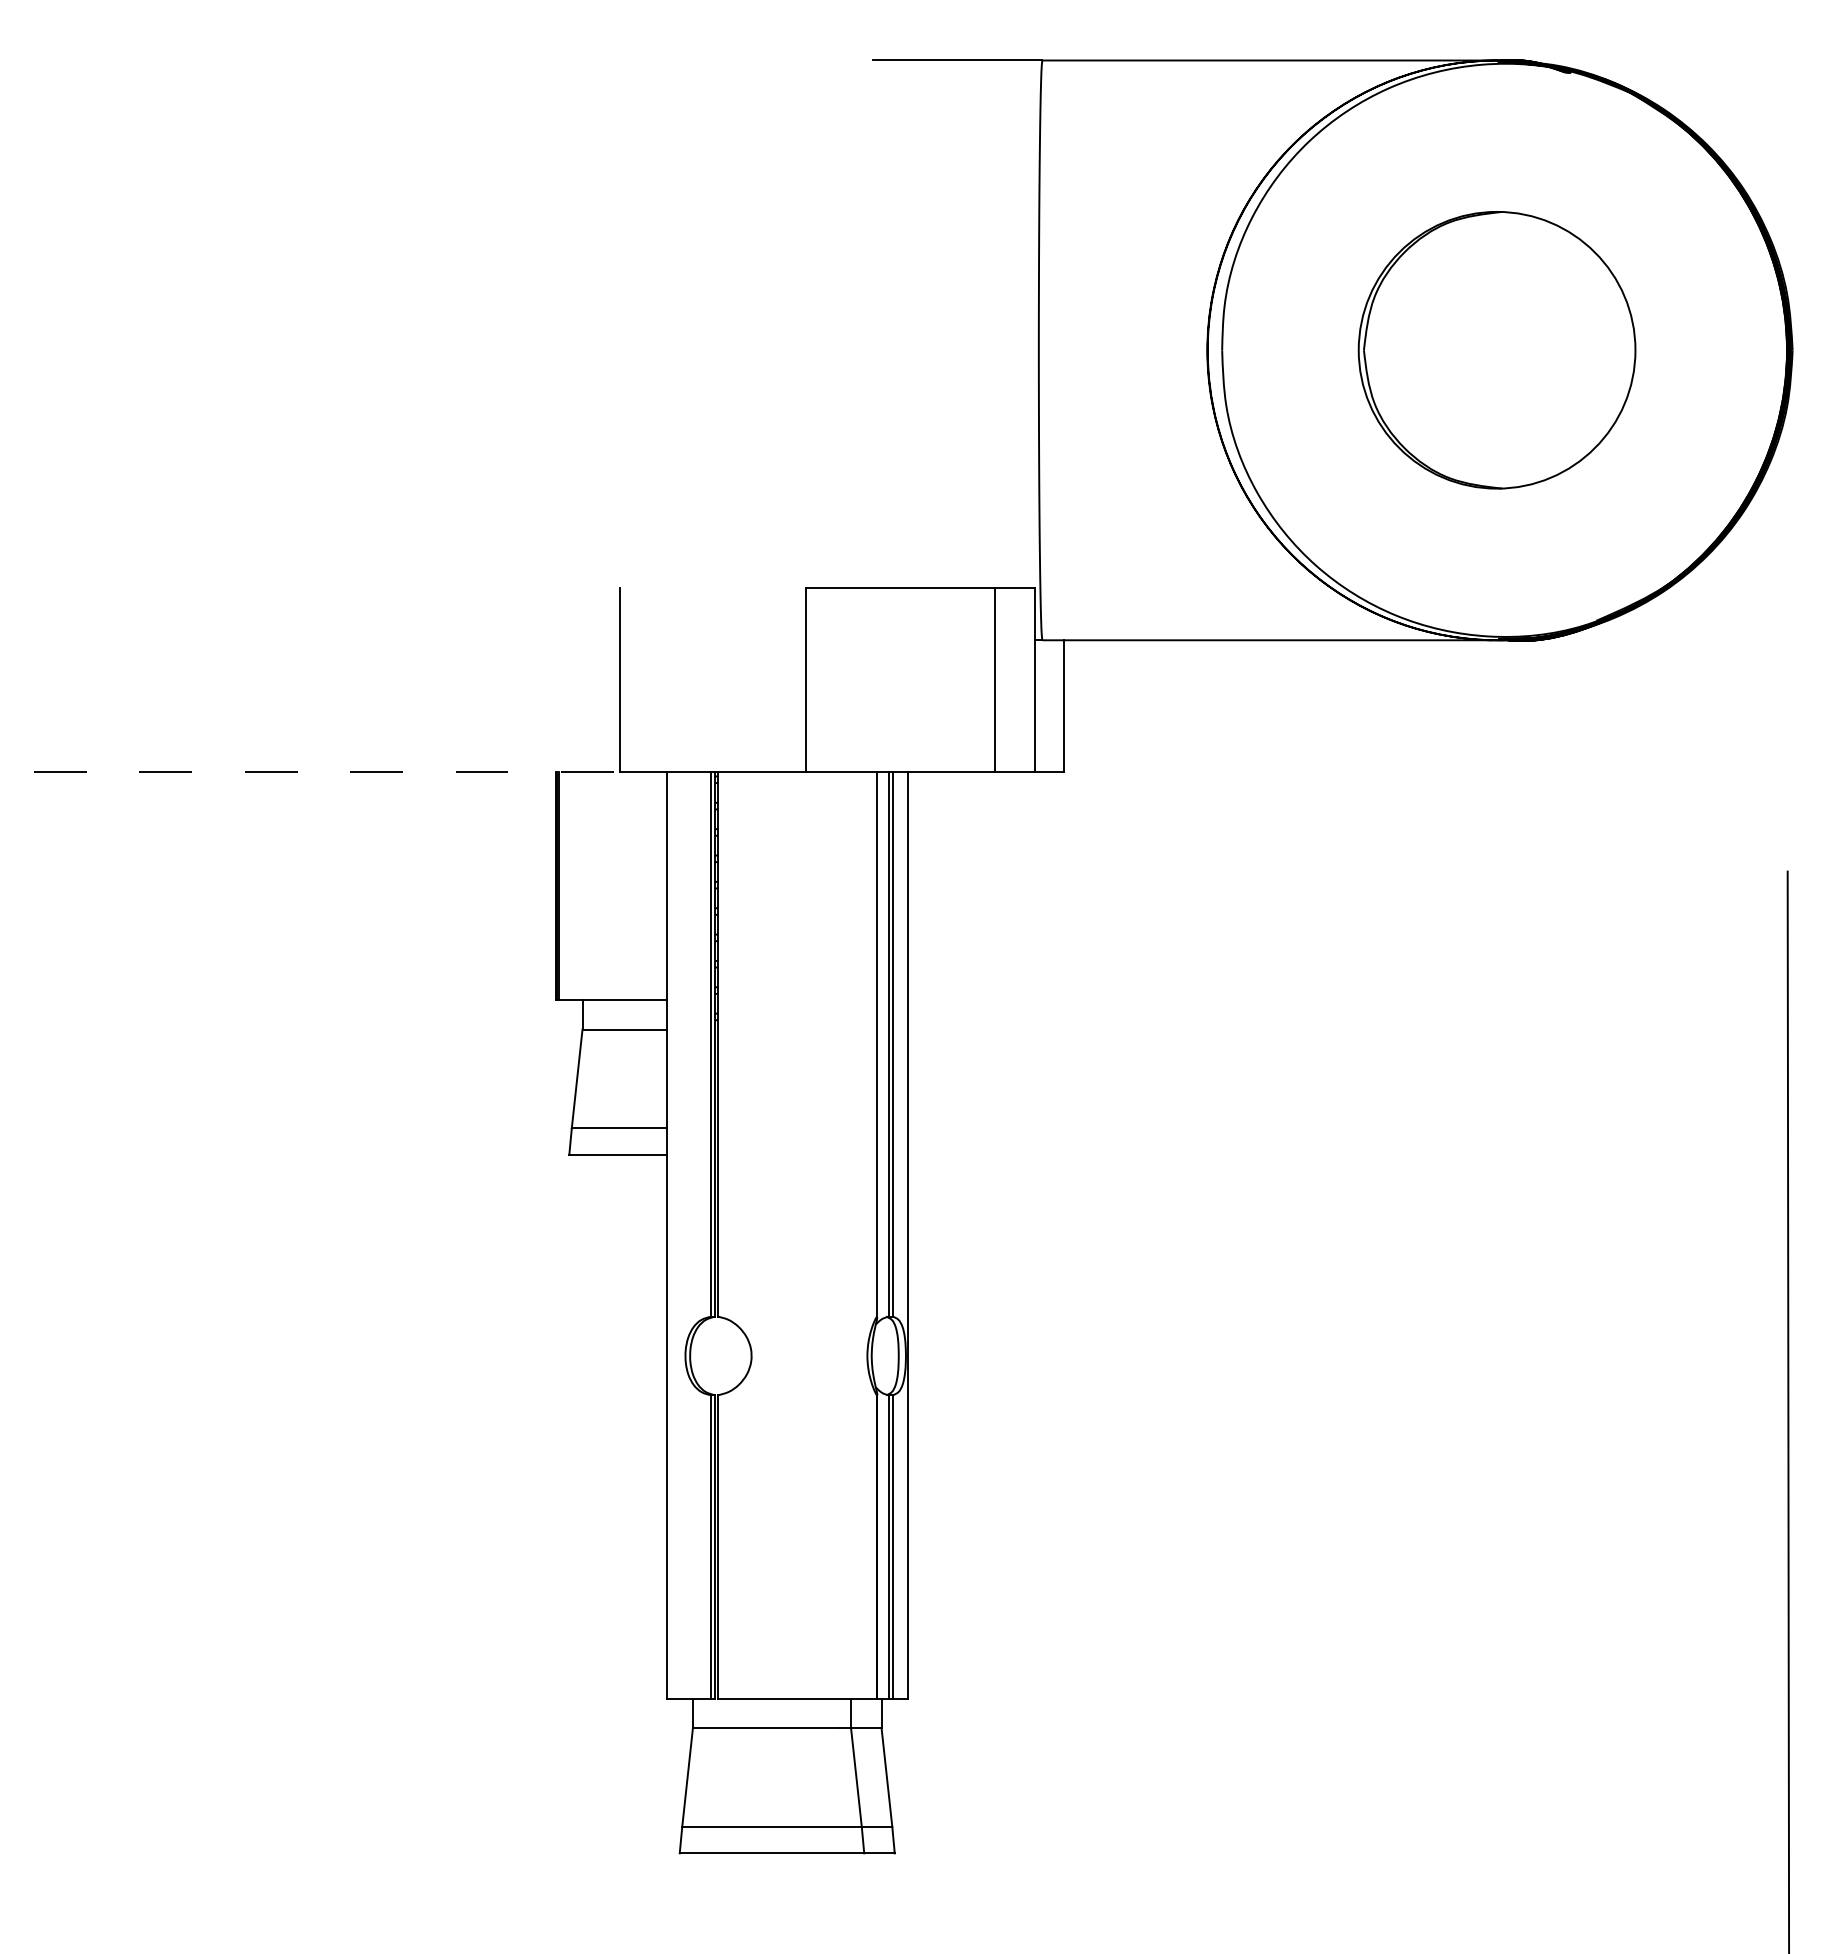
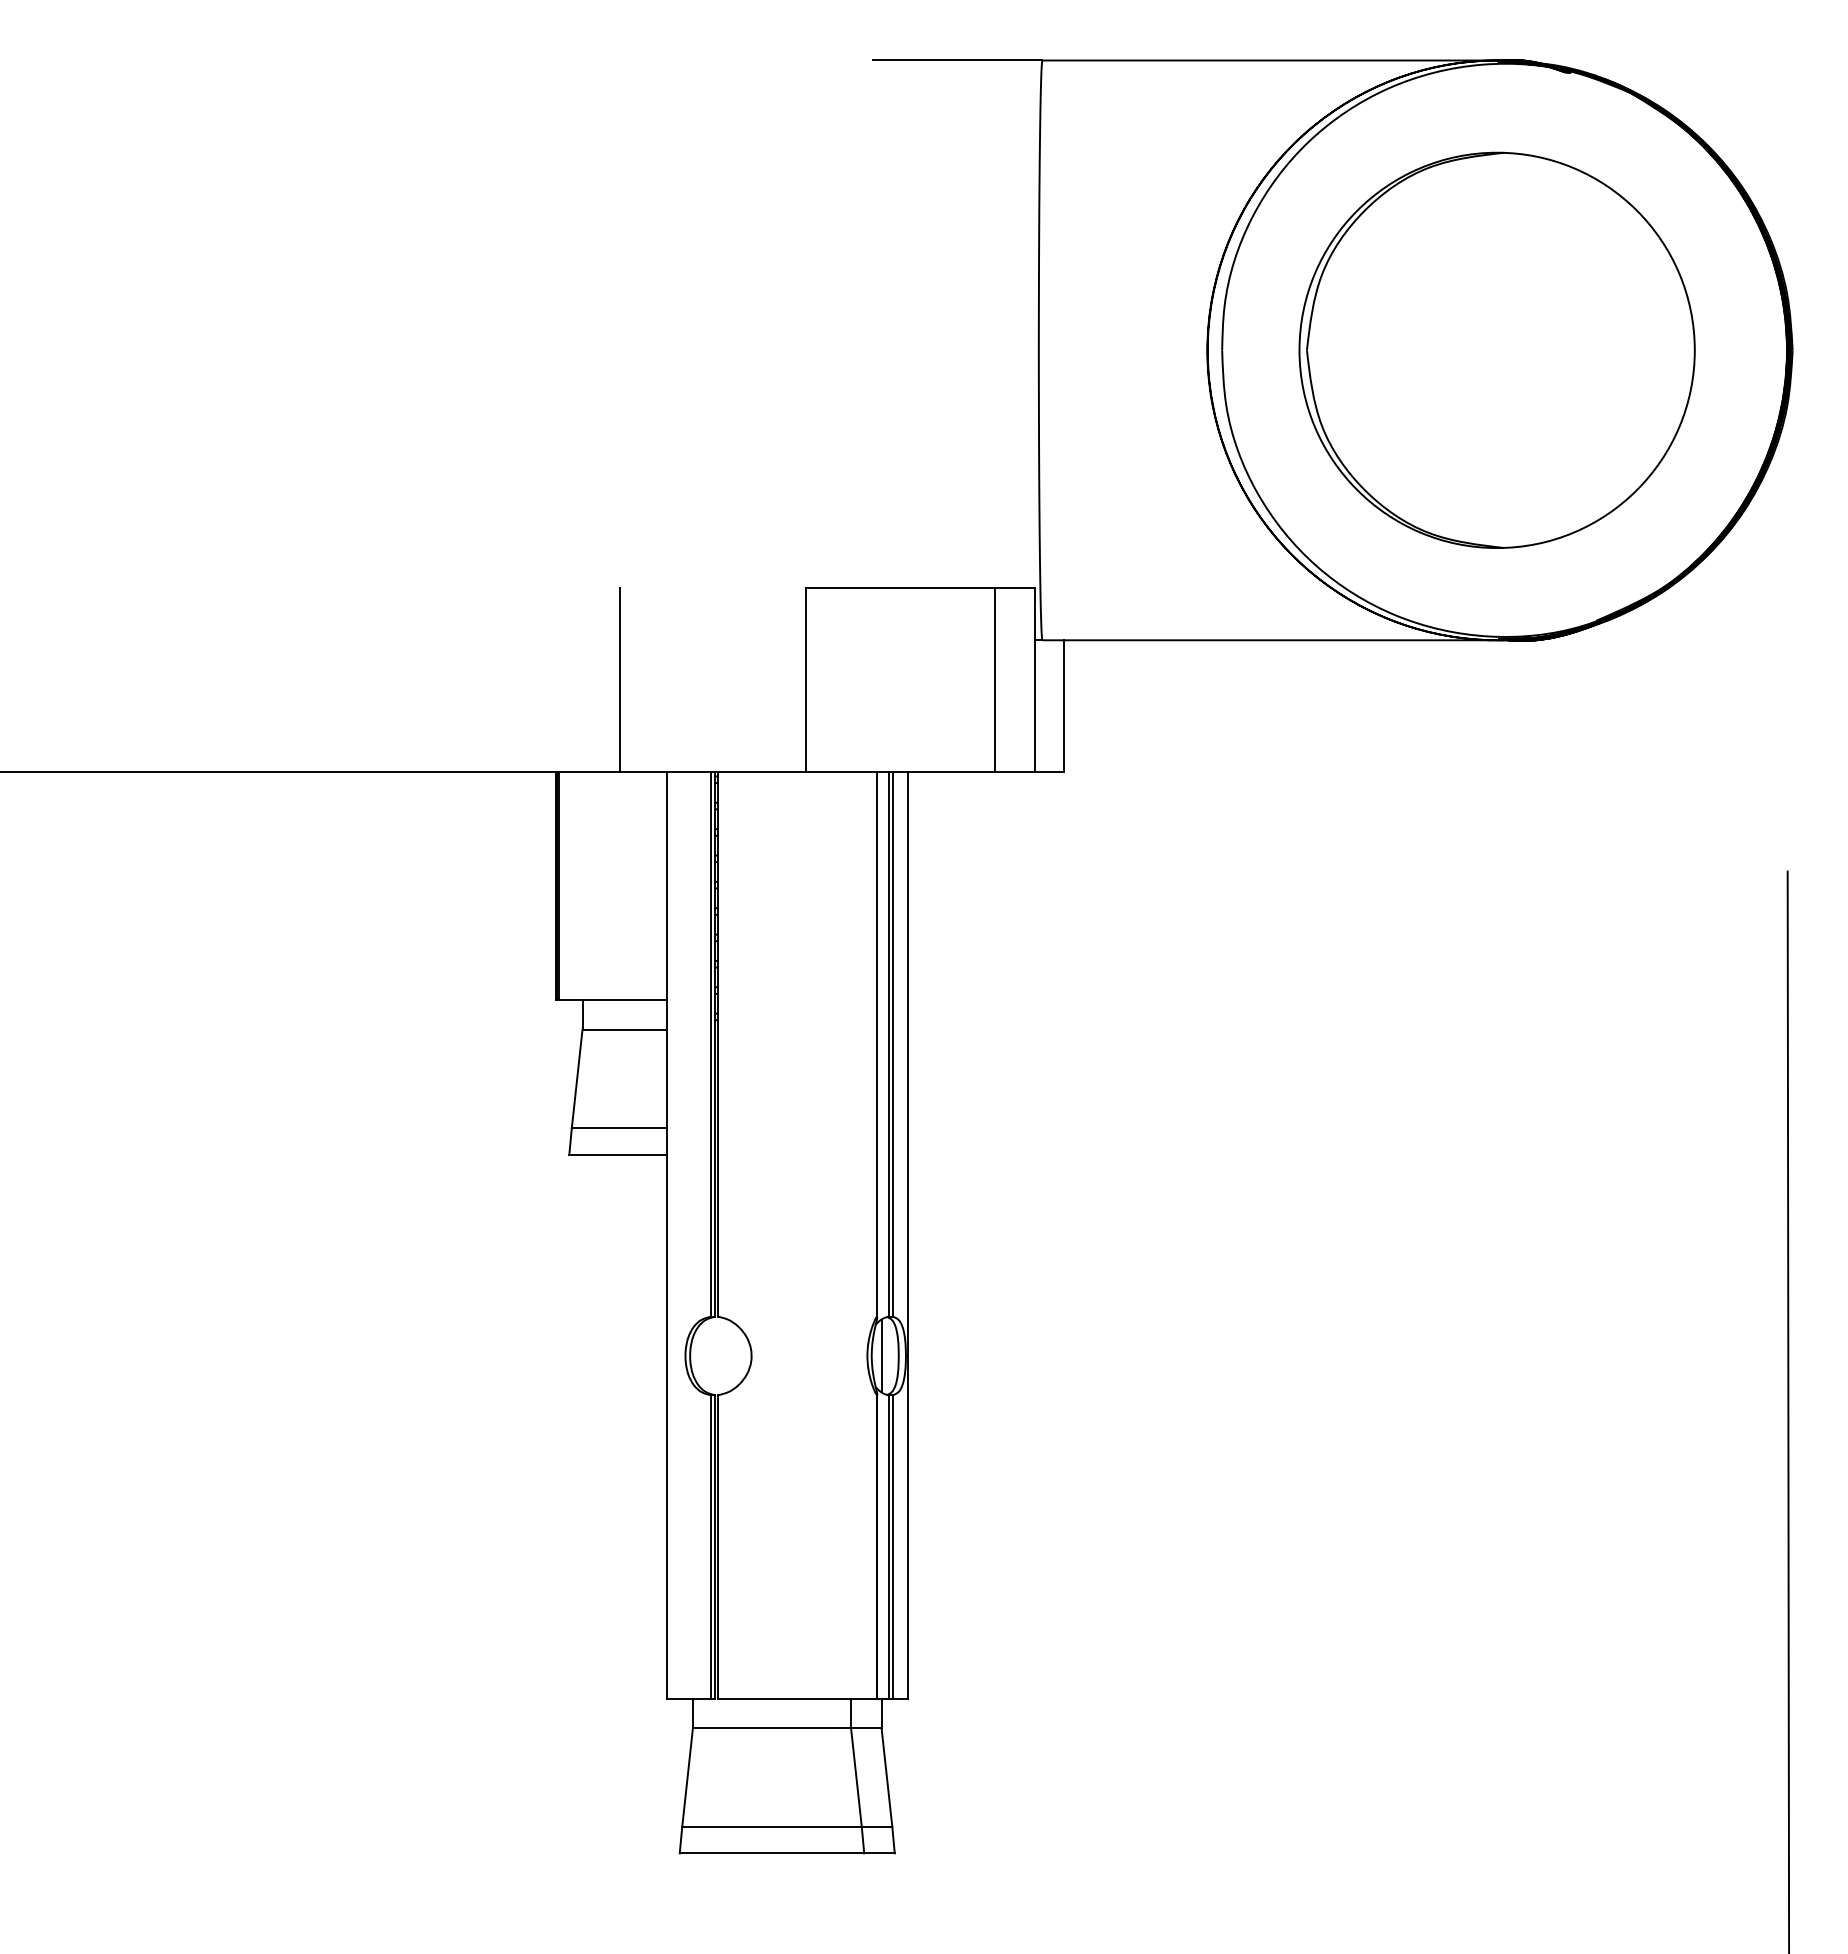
part at (1496, 350) size: 280x279 px -> 398x398 px
line at (310, 772): dashed -> solid
line at (881, 1355): none -> present
